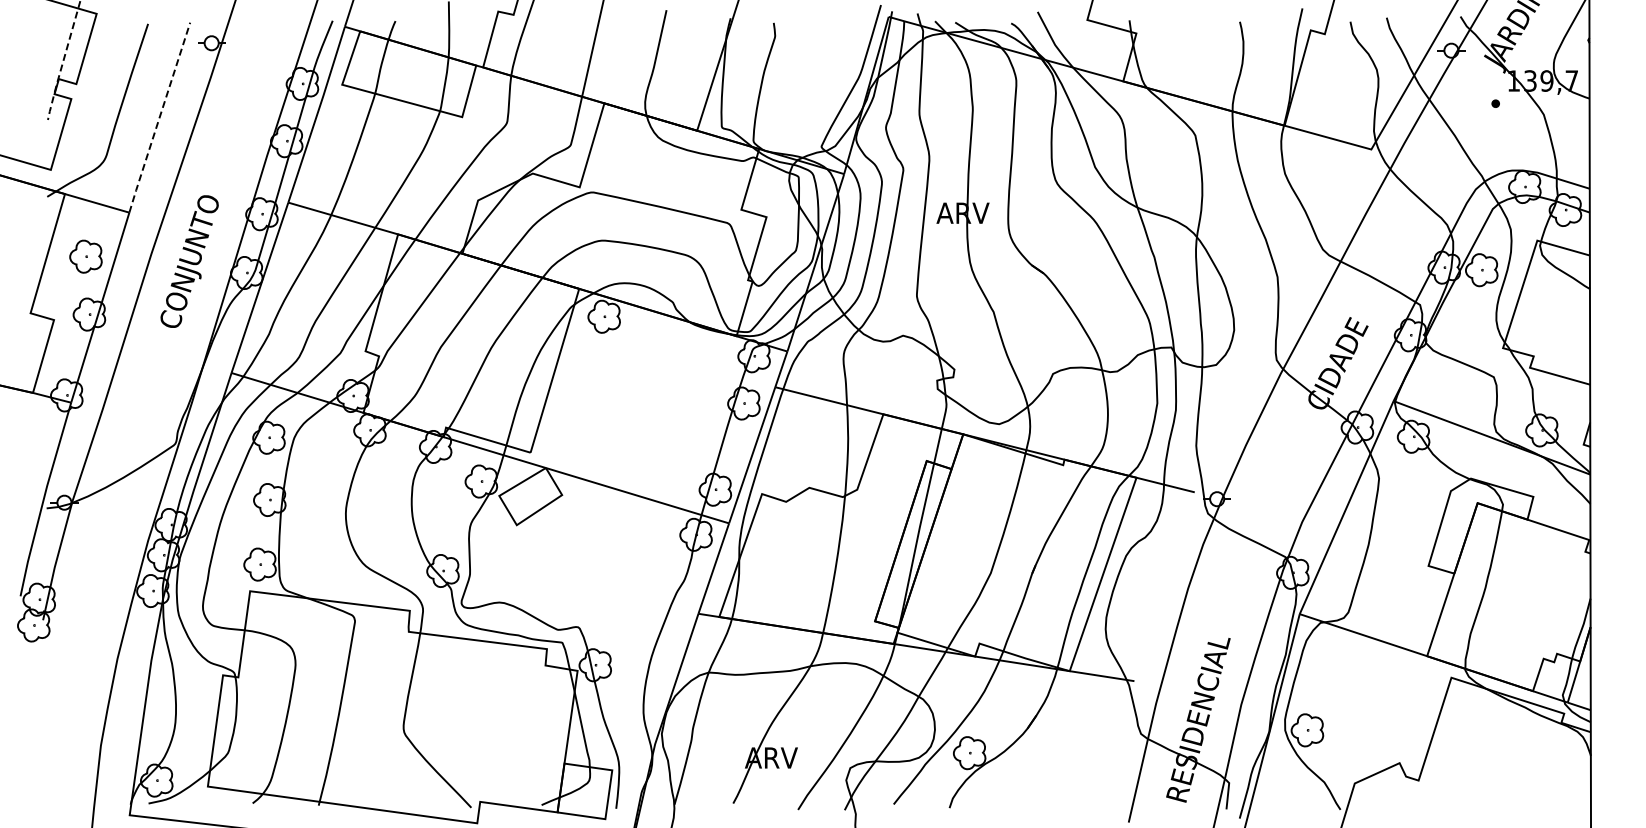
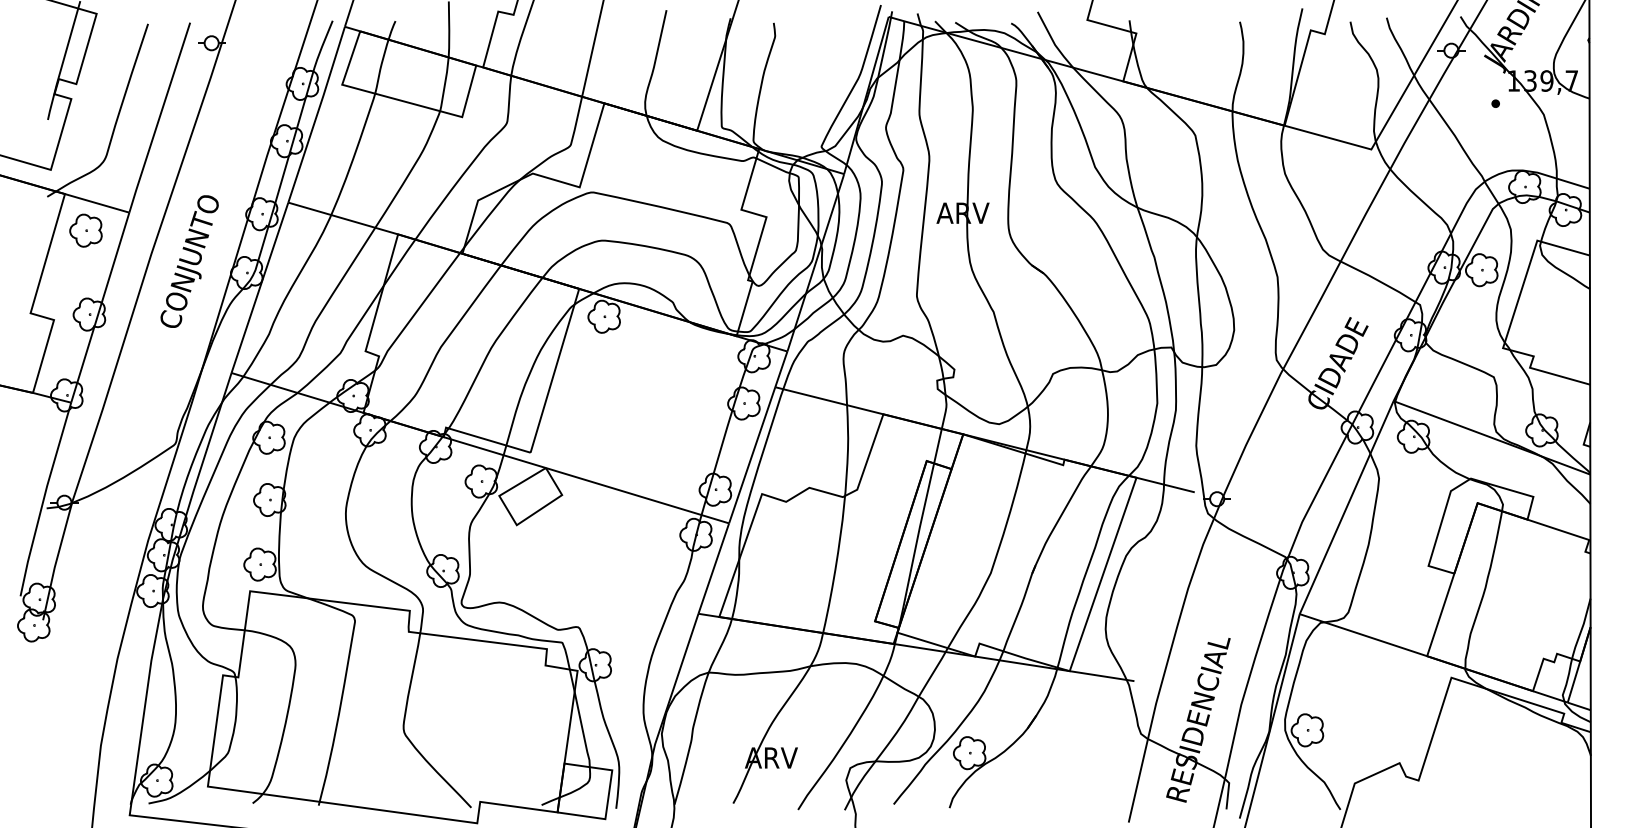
line at (63, 61): dashed -> solid
line at (159, 118): dashed -> solid
part at (85, 256) position: (85, 256) -> (85, 230)
